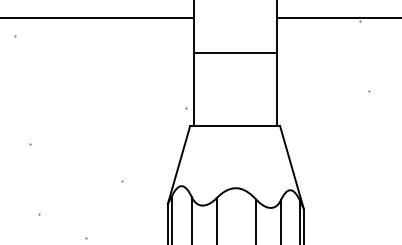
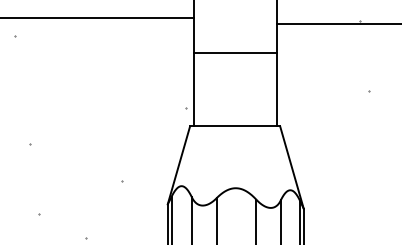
line at (337, 18) position: (337, 18) -> (337, 24)
